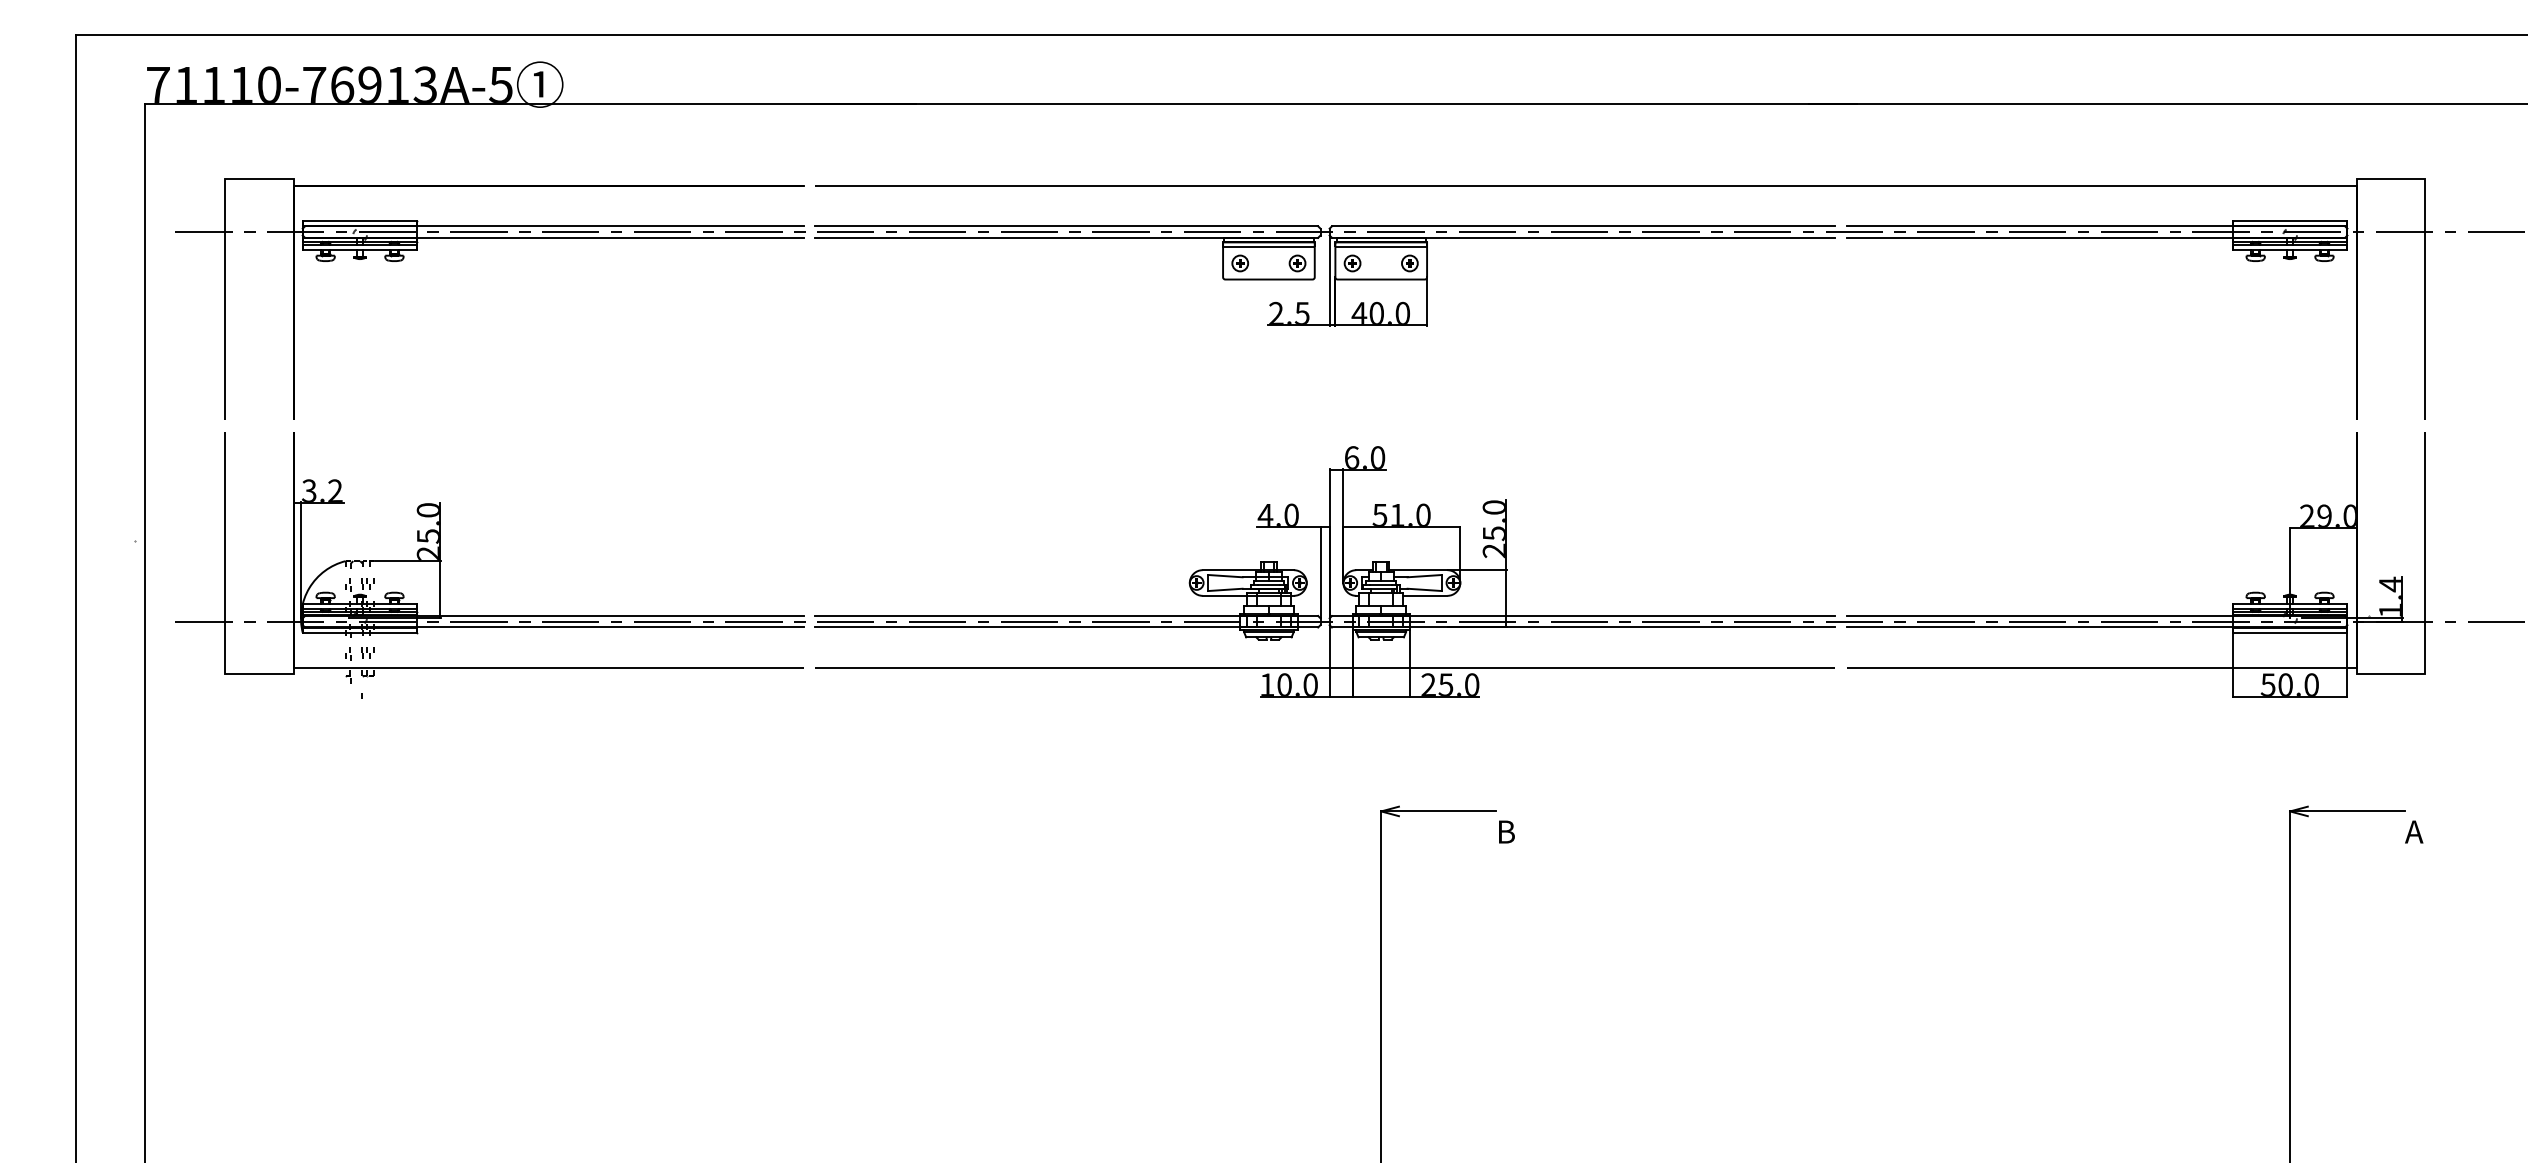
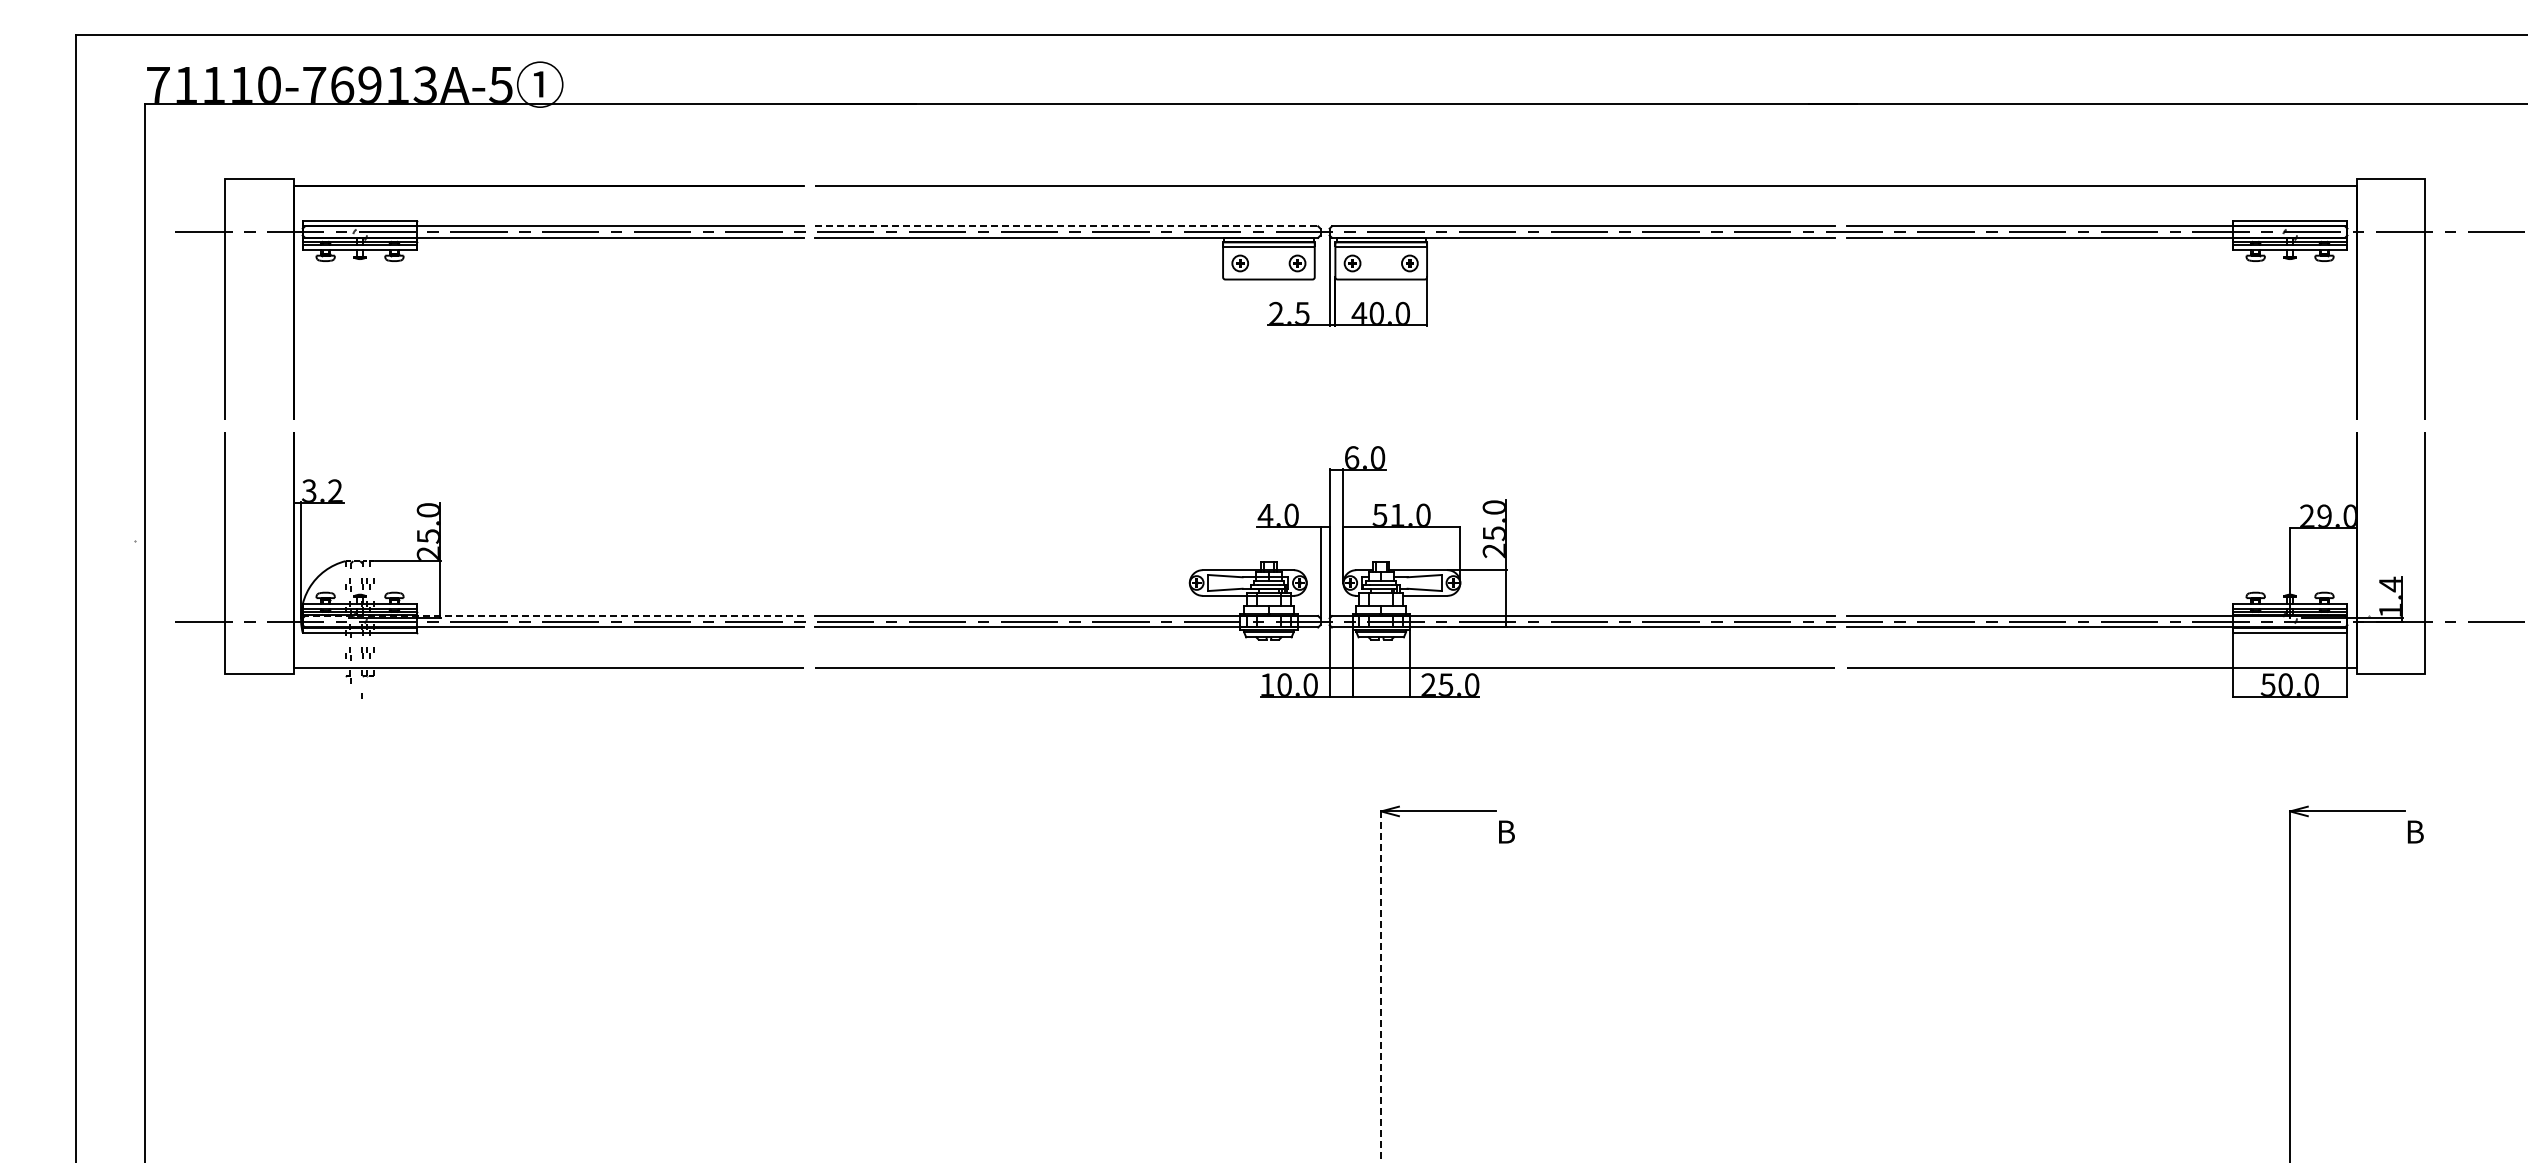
line at (1066, 226): solid -> dashed
line at (553, 616): solid -> dashed
text at (2414, 831): A -> B
line at (1381, 987): solid -> dashed
